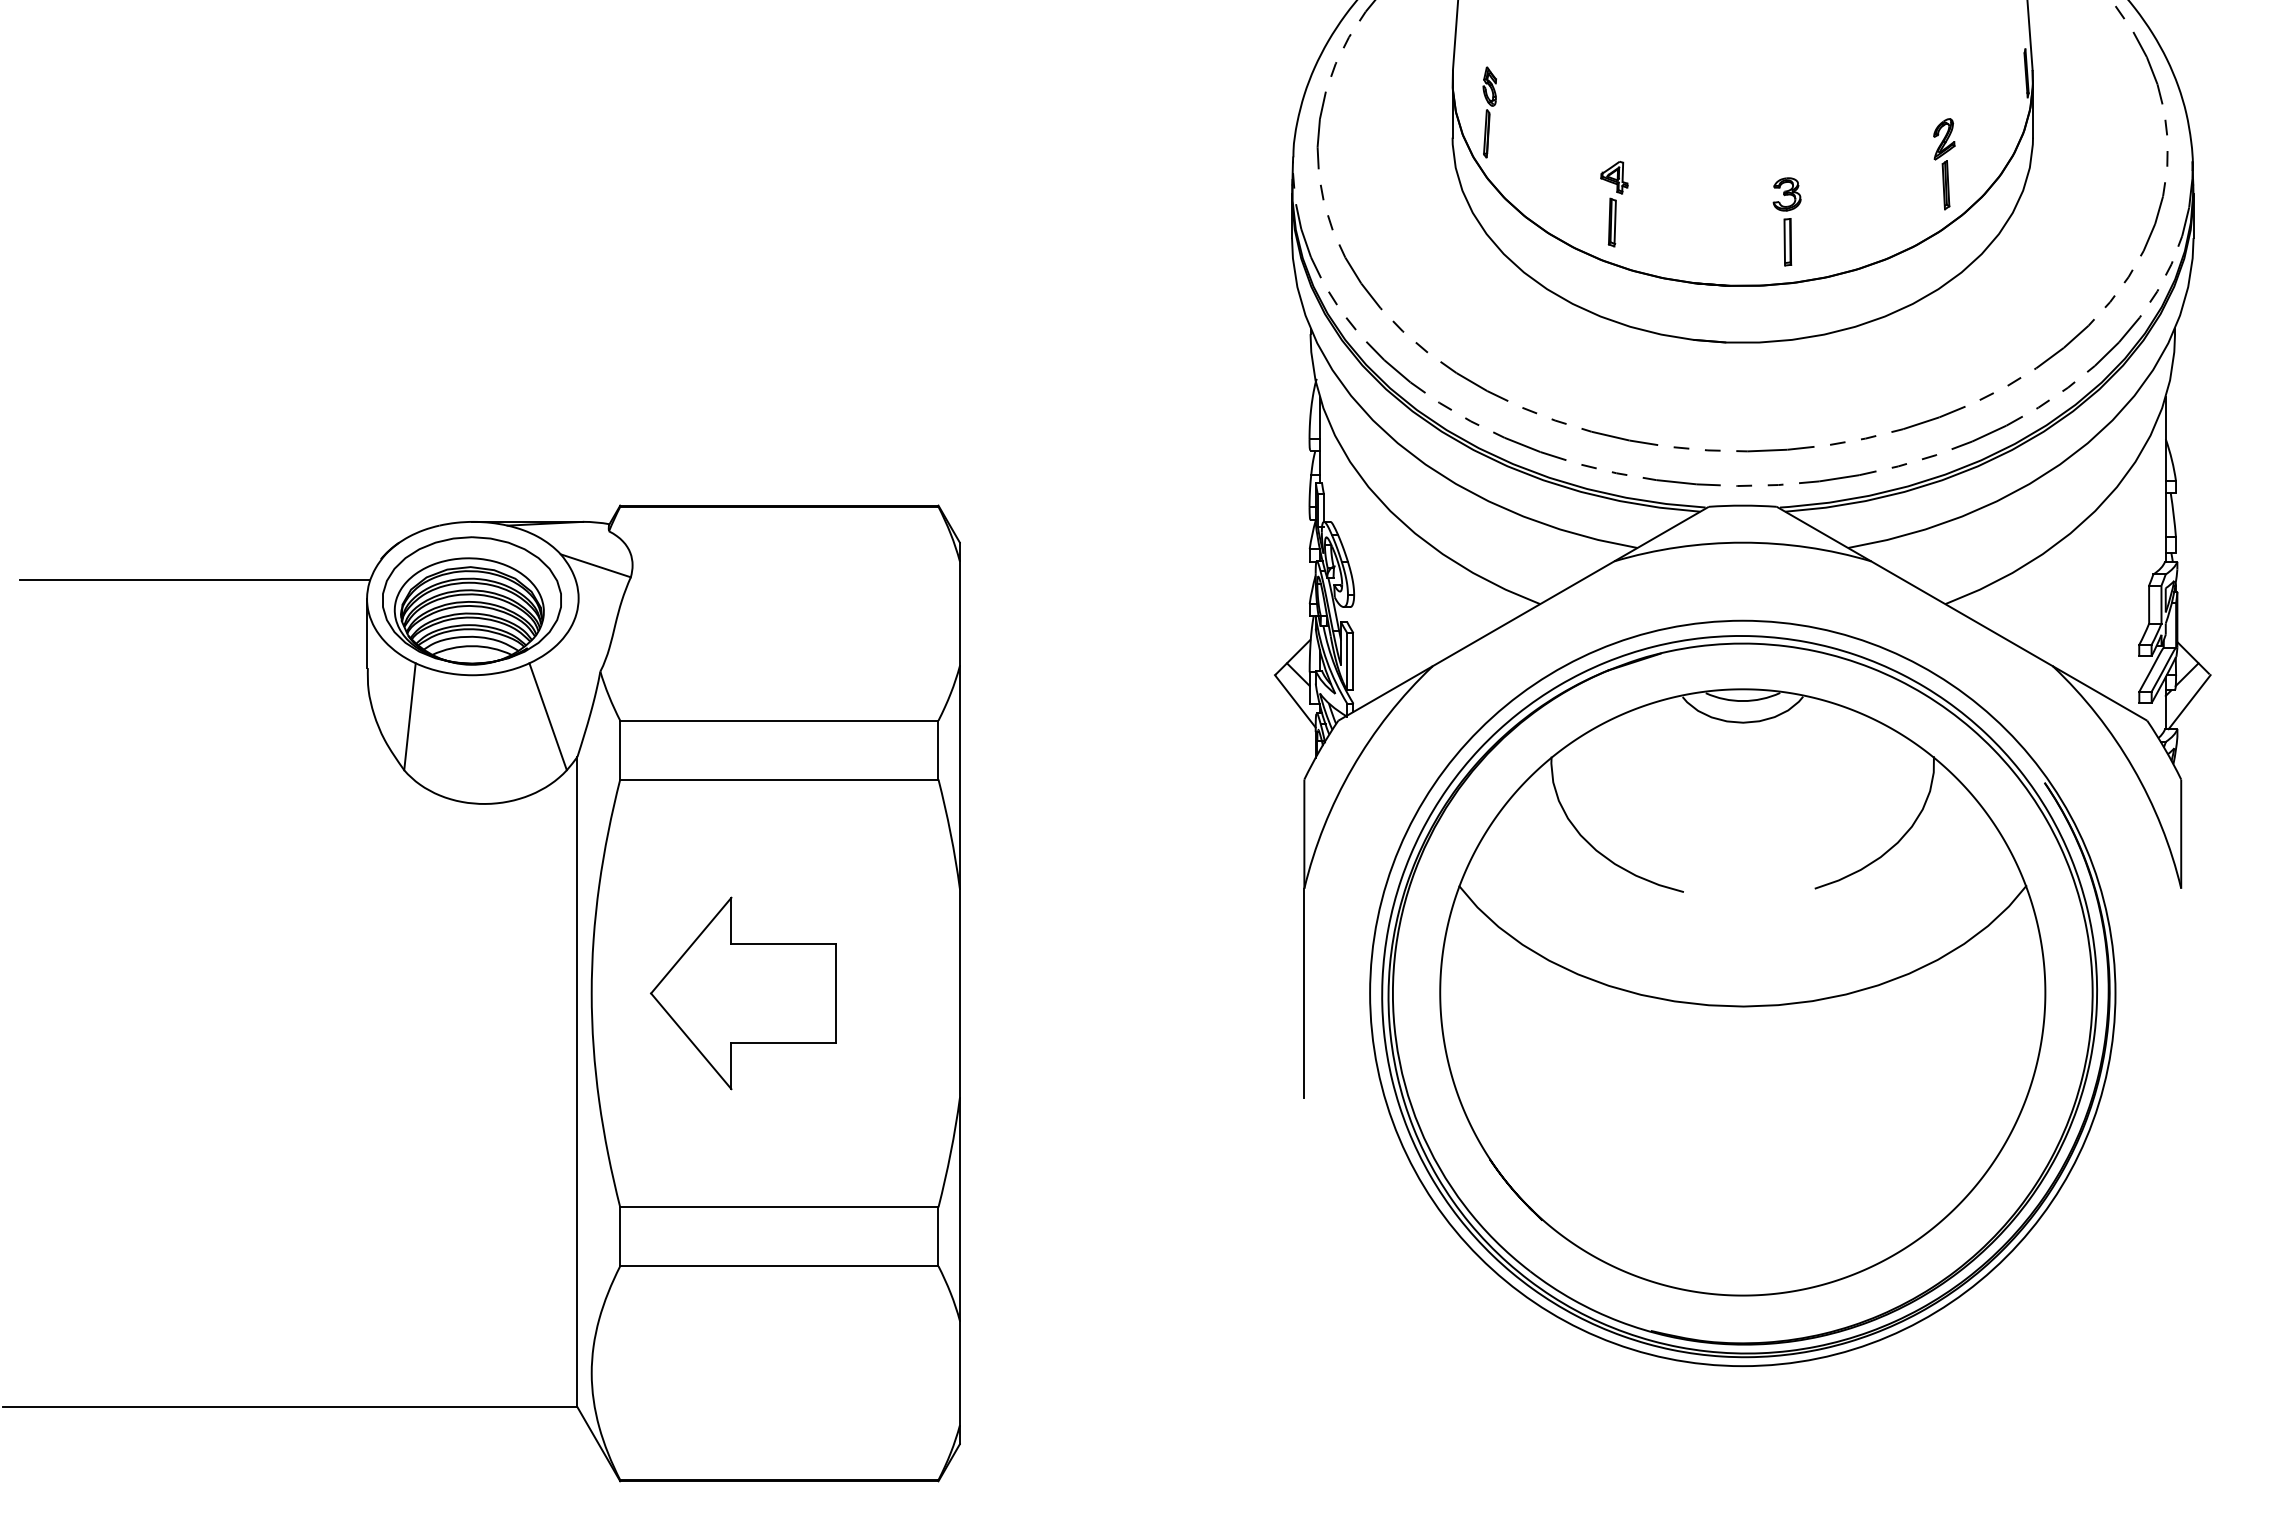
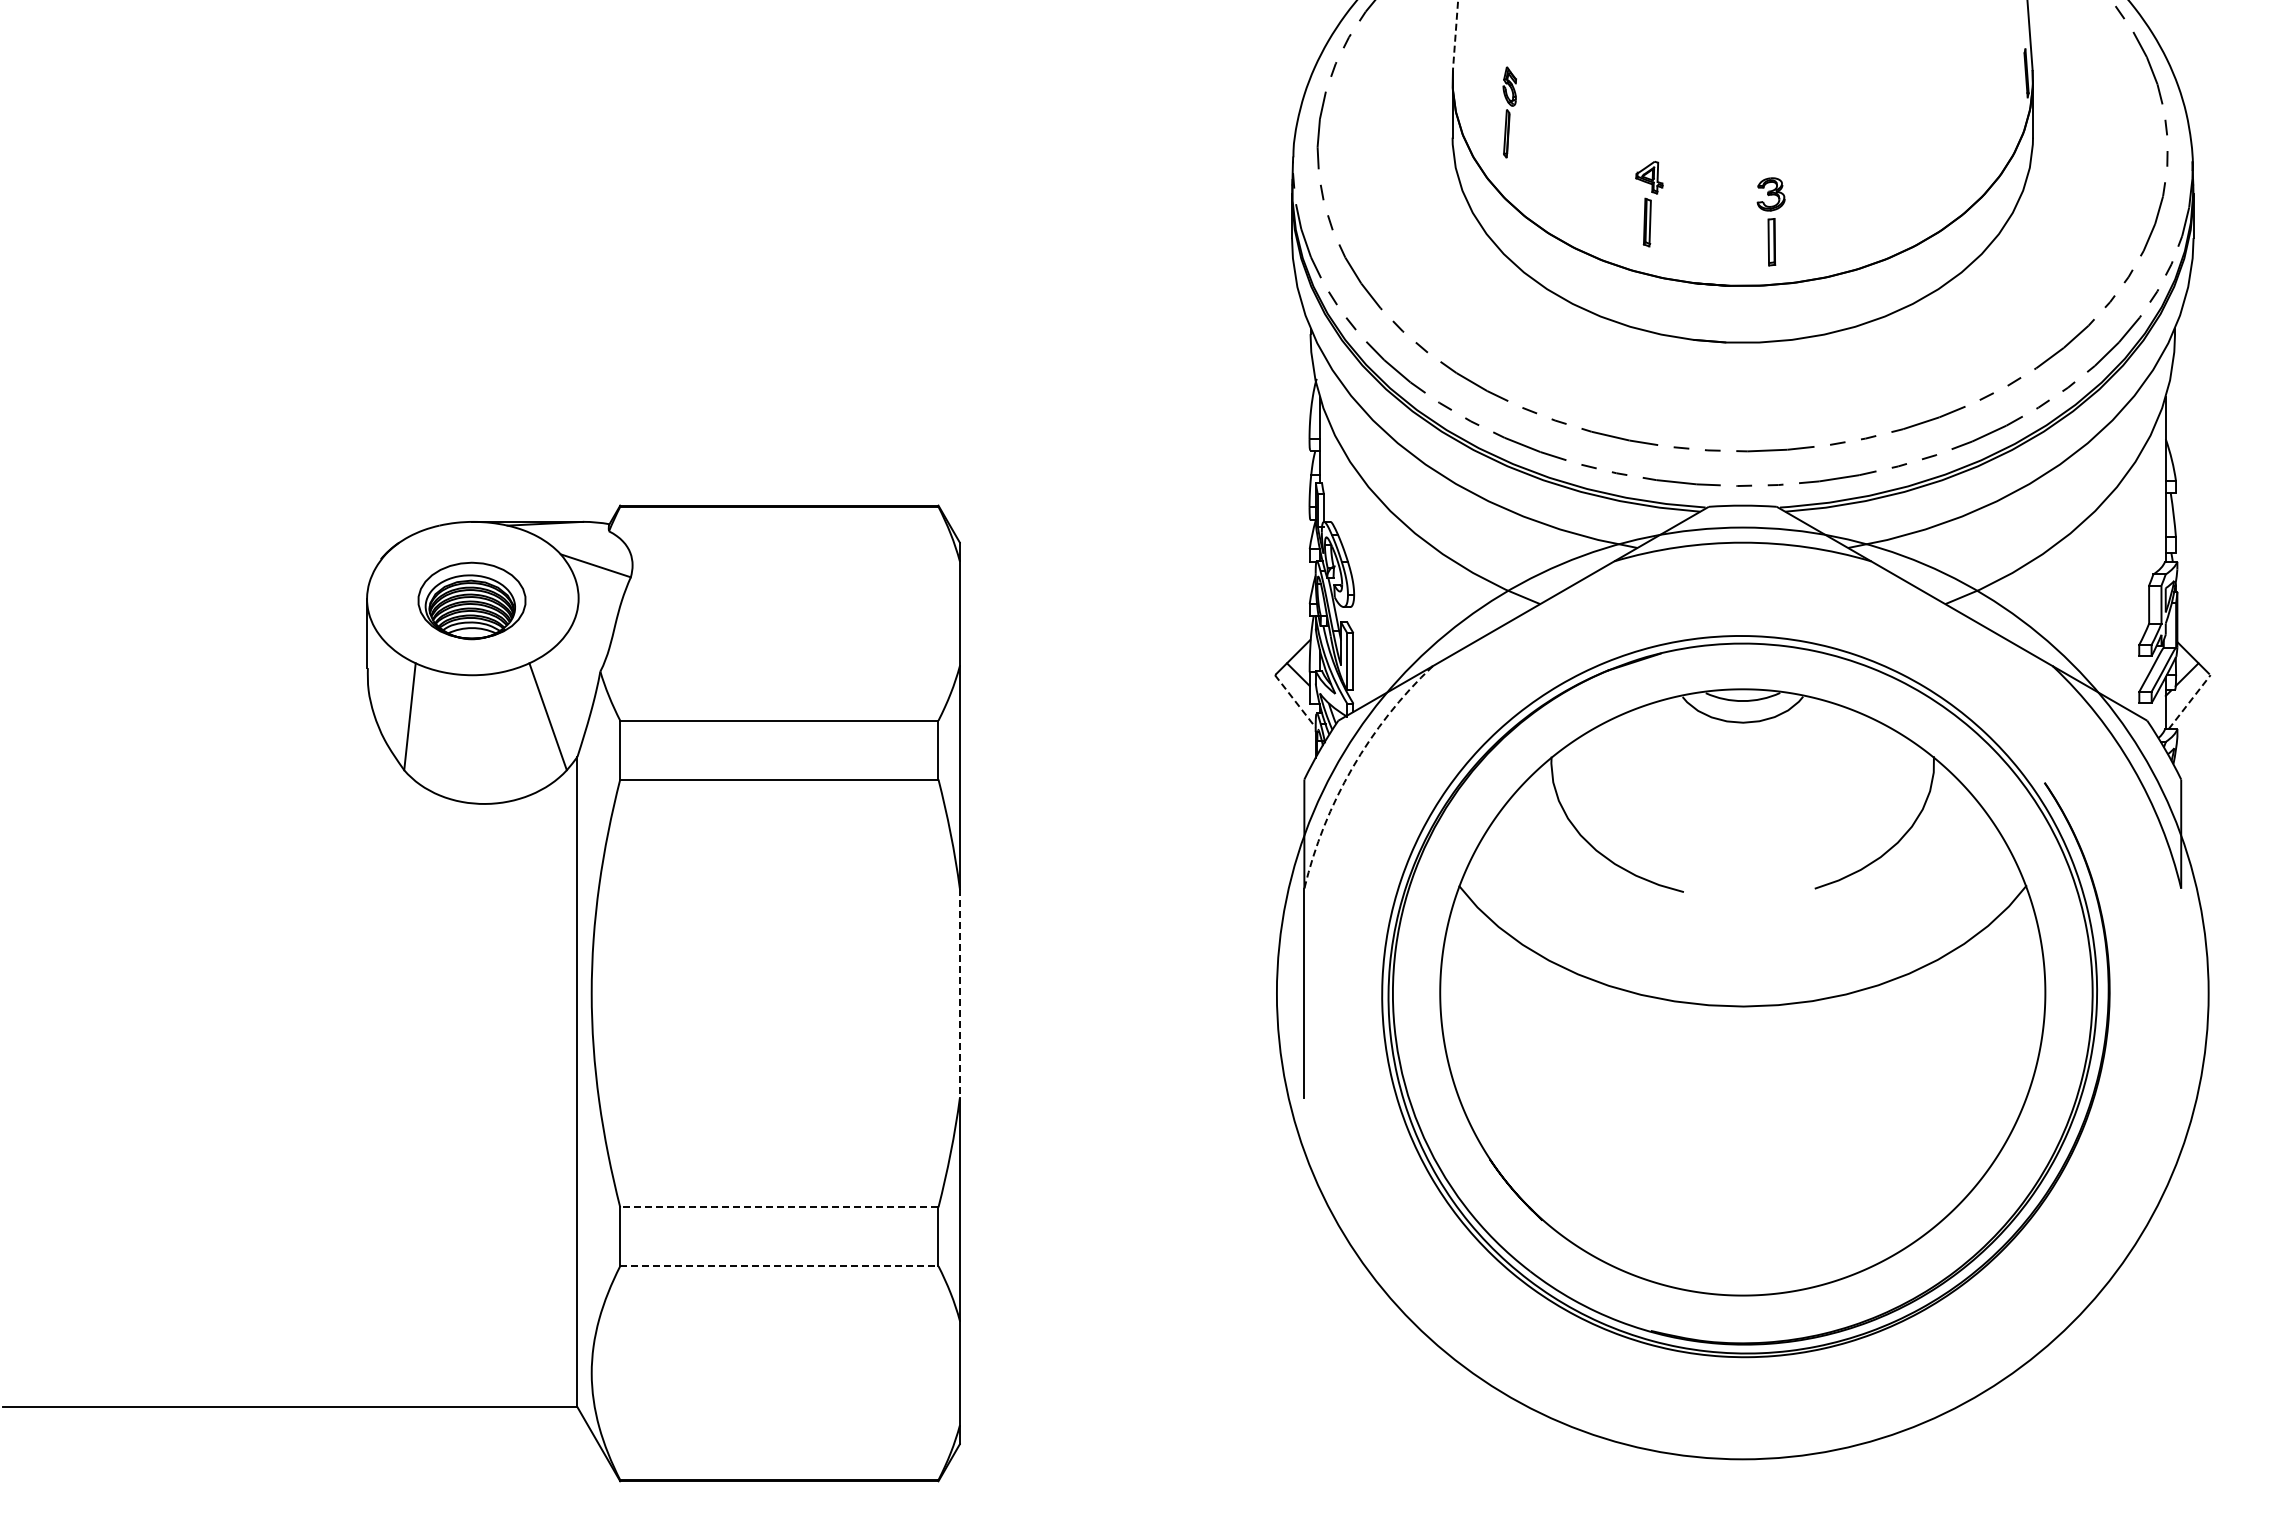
line at (1455, 35): solid -> dashed
part at (1489, 112) position: (1489, 112) -> (1509, 112)
part at (1944, 164): present -> none
part at (1614, 204) position: (1614, 204) -> (1649, 204)
part at (1786, 221) position: (1786, 221) -> (1770, 221)
line at (194, 579): present -> none
part at (471, 600) size: 180x130 px -> 110x80 px
line at (1295, 701): solid -> dashed
line at (2189, 701): solid -> dashed
arc at (1352, 768): solid -> dashed
part at (743, 993): present -> none
line at (959, 993): solid -> dashed
circle at (1742, 993) diameter: 745 px -> 932 px
line at (778, 1207): solid -> dashed
line at (779, 1266): solid -> dashed
